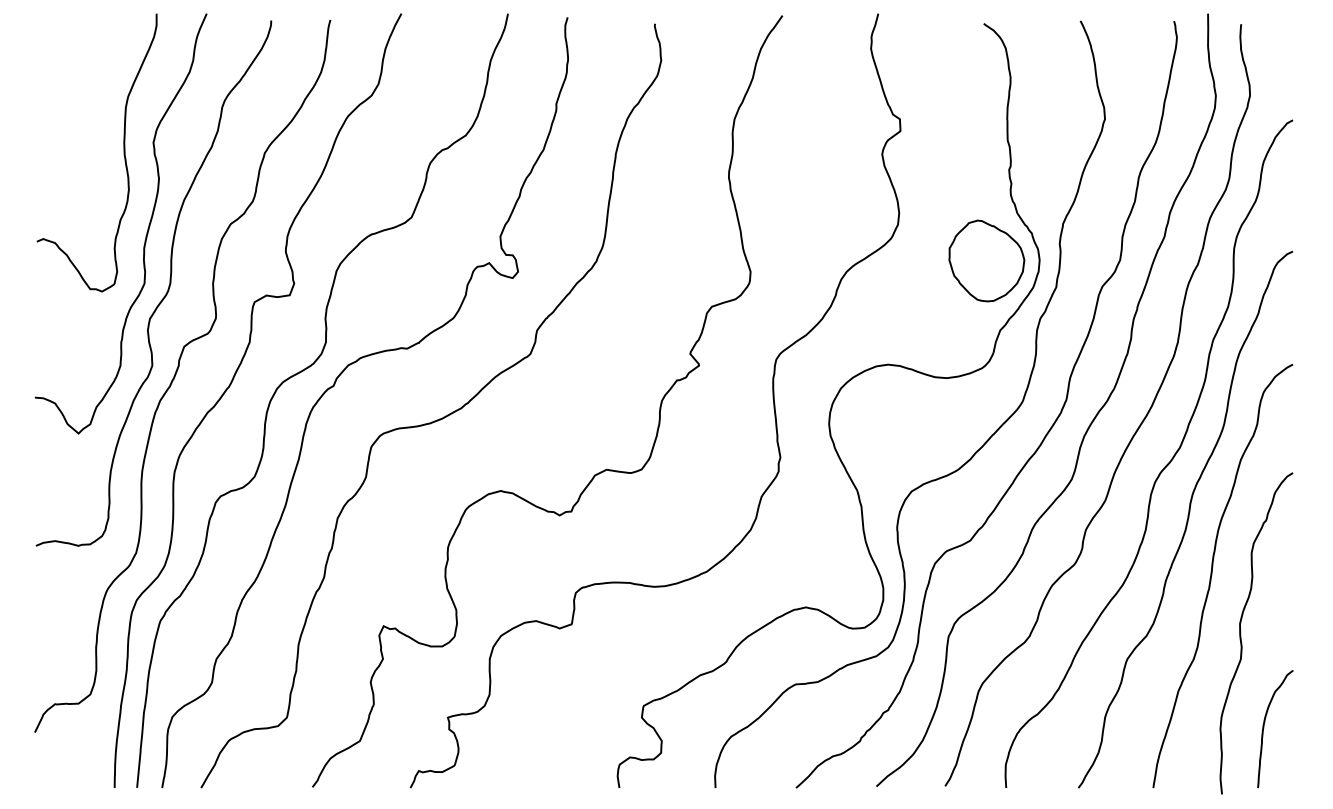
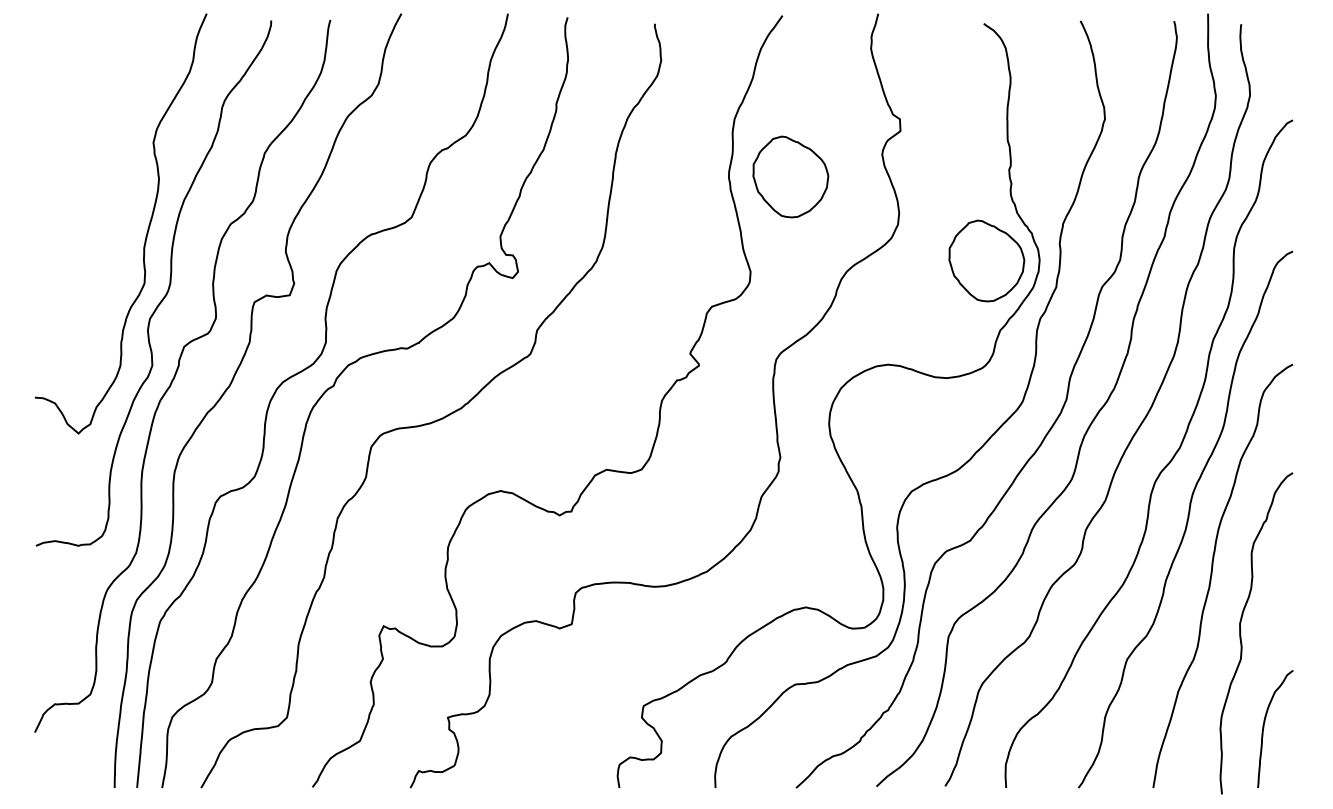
curve at (123, 152): present -> none
part at (790, 176): none -> present
